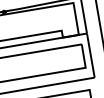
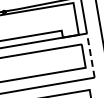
line at (90, 55): solid -> dashed
